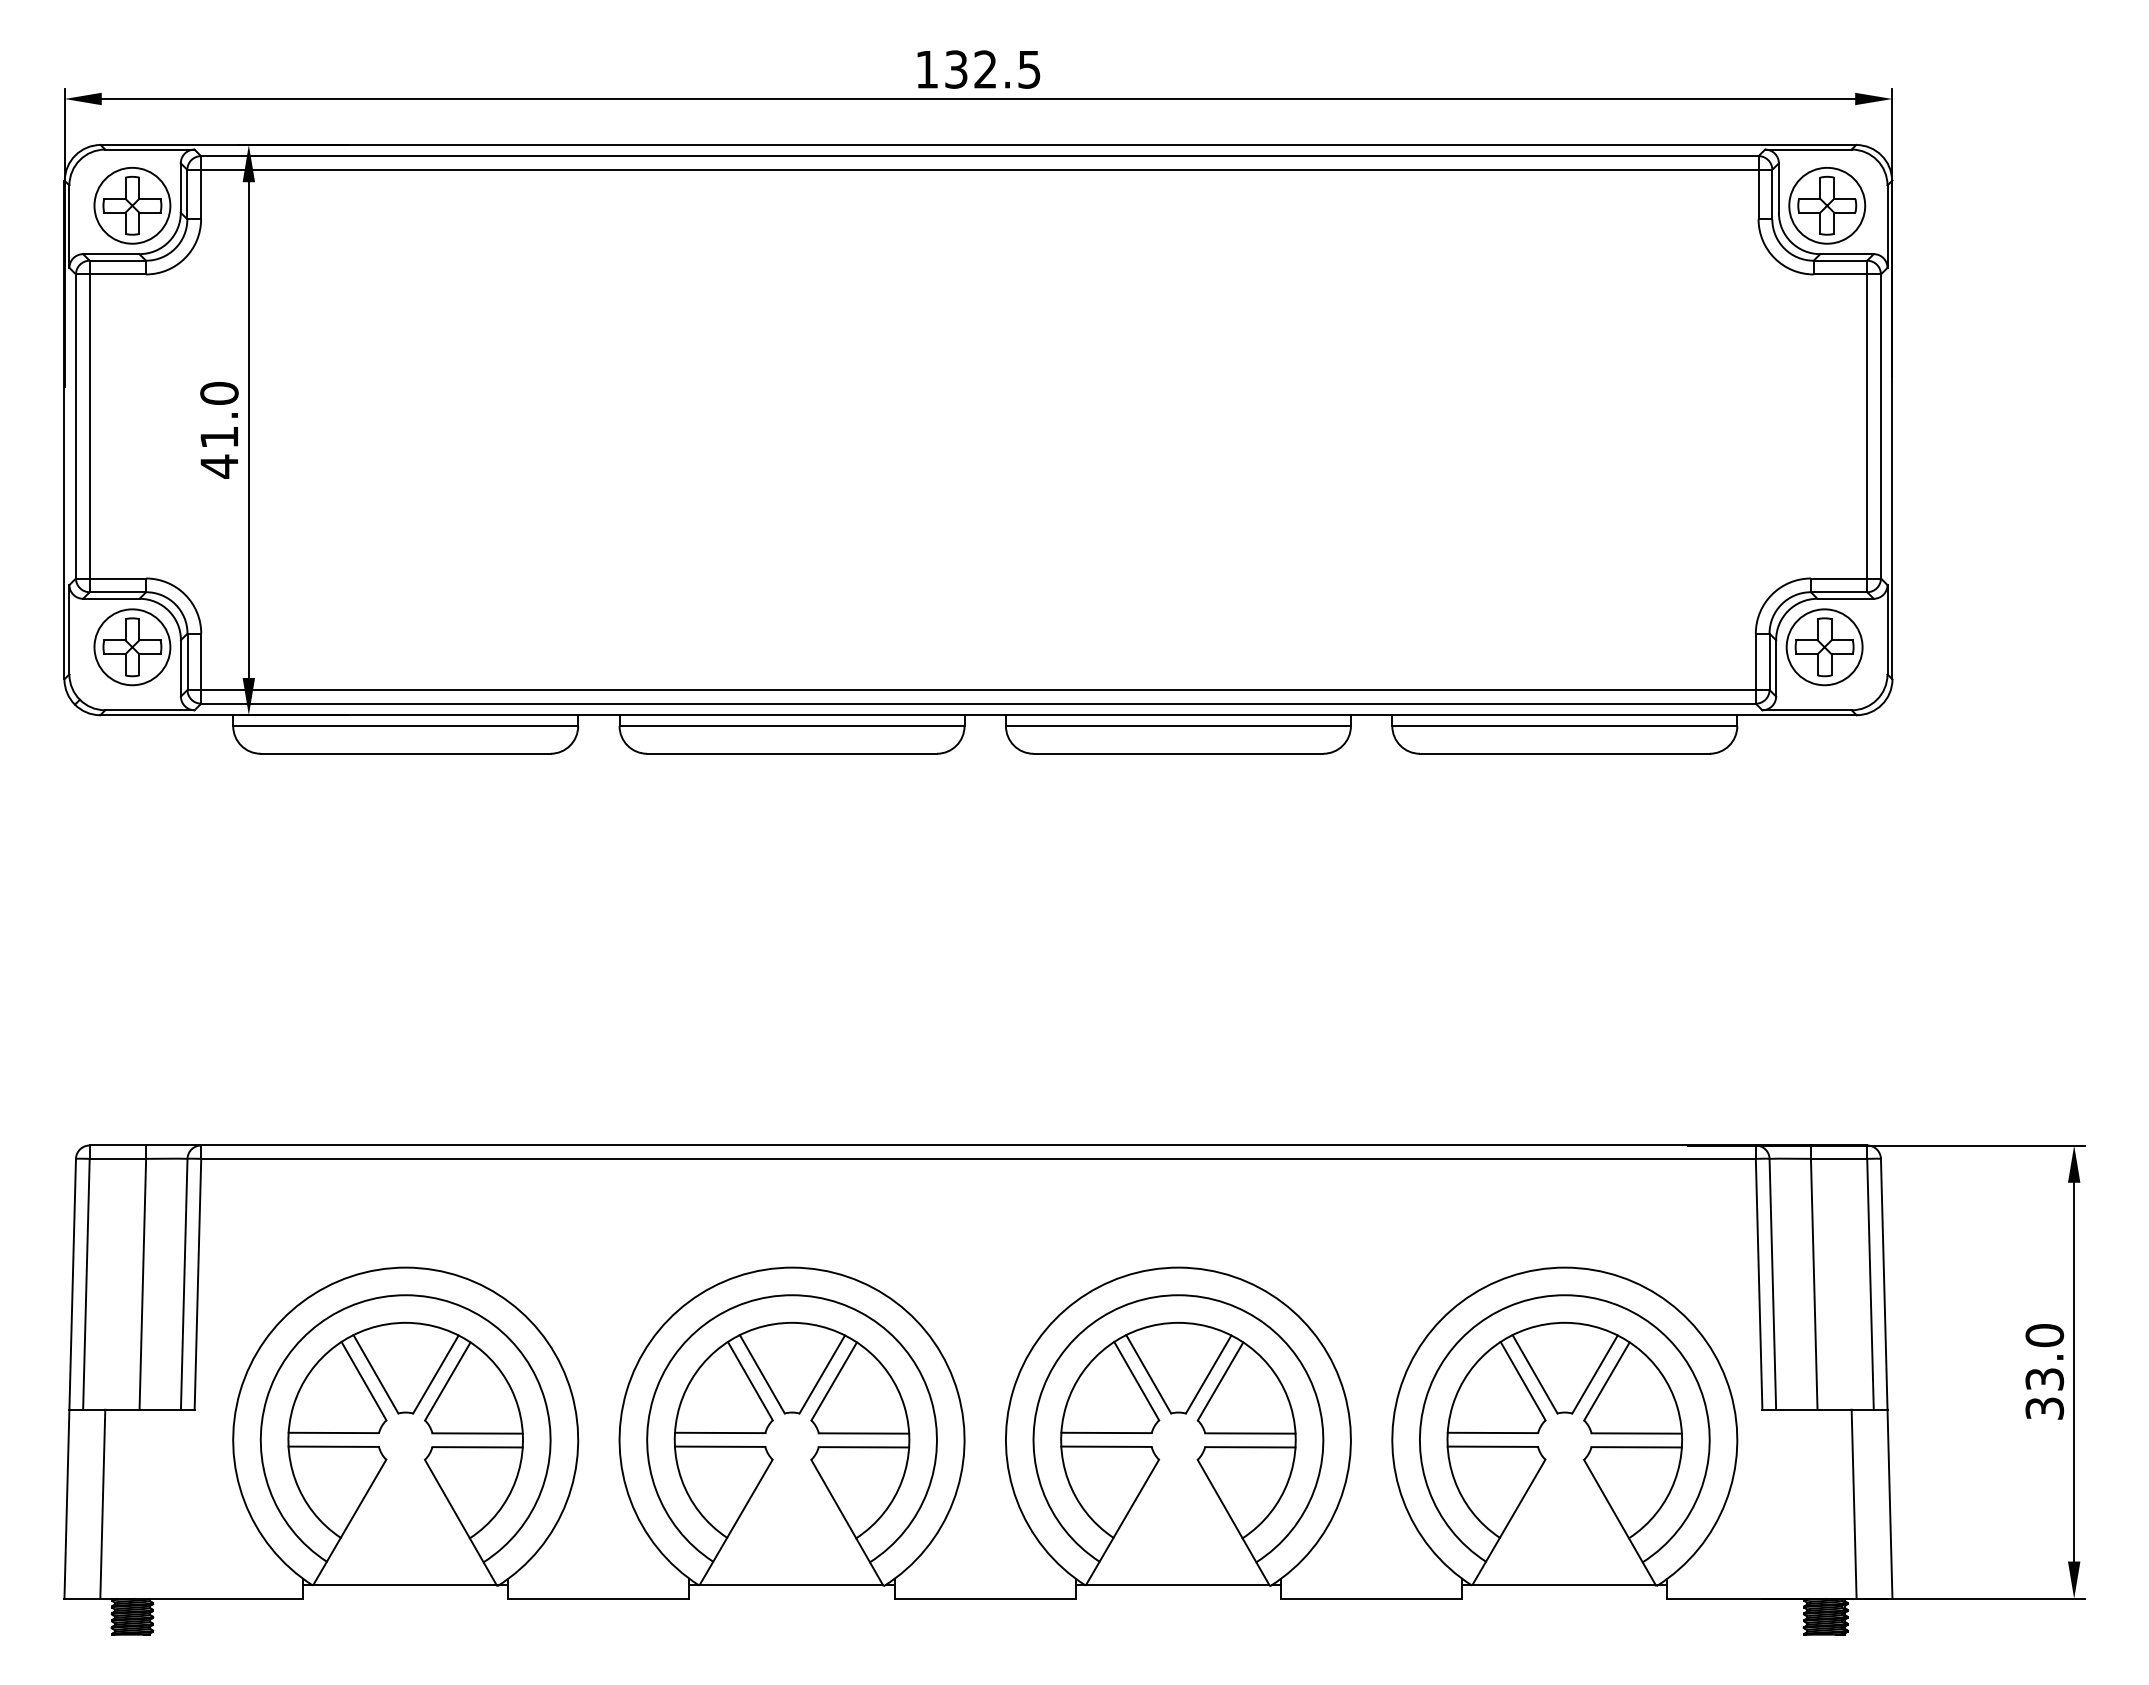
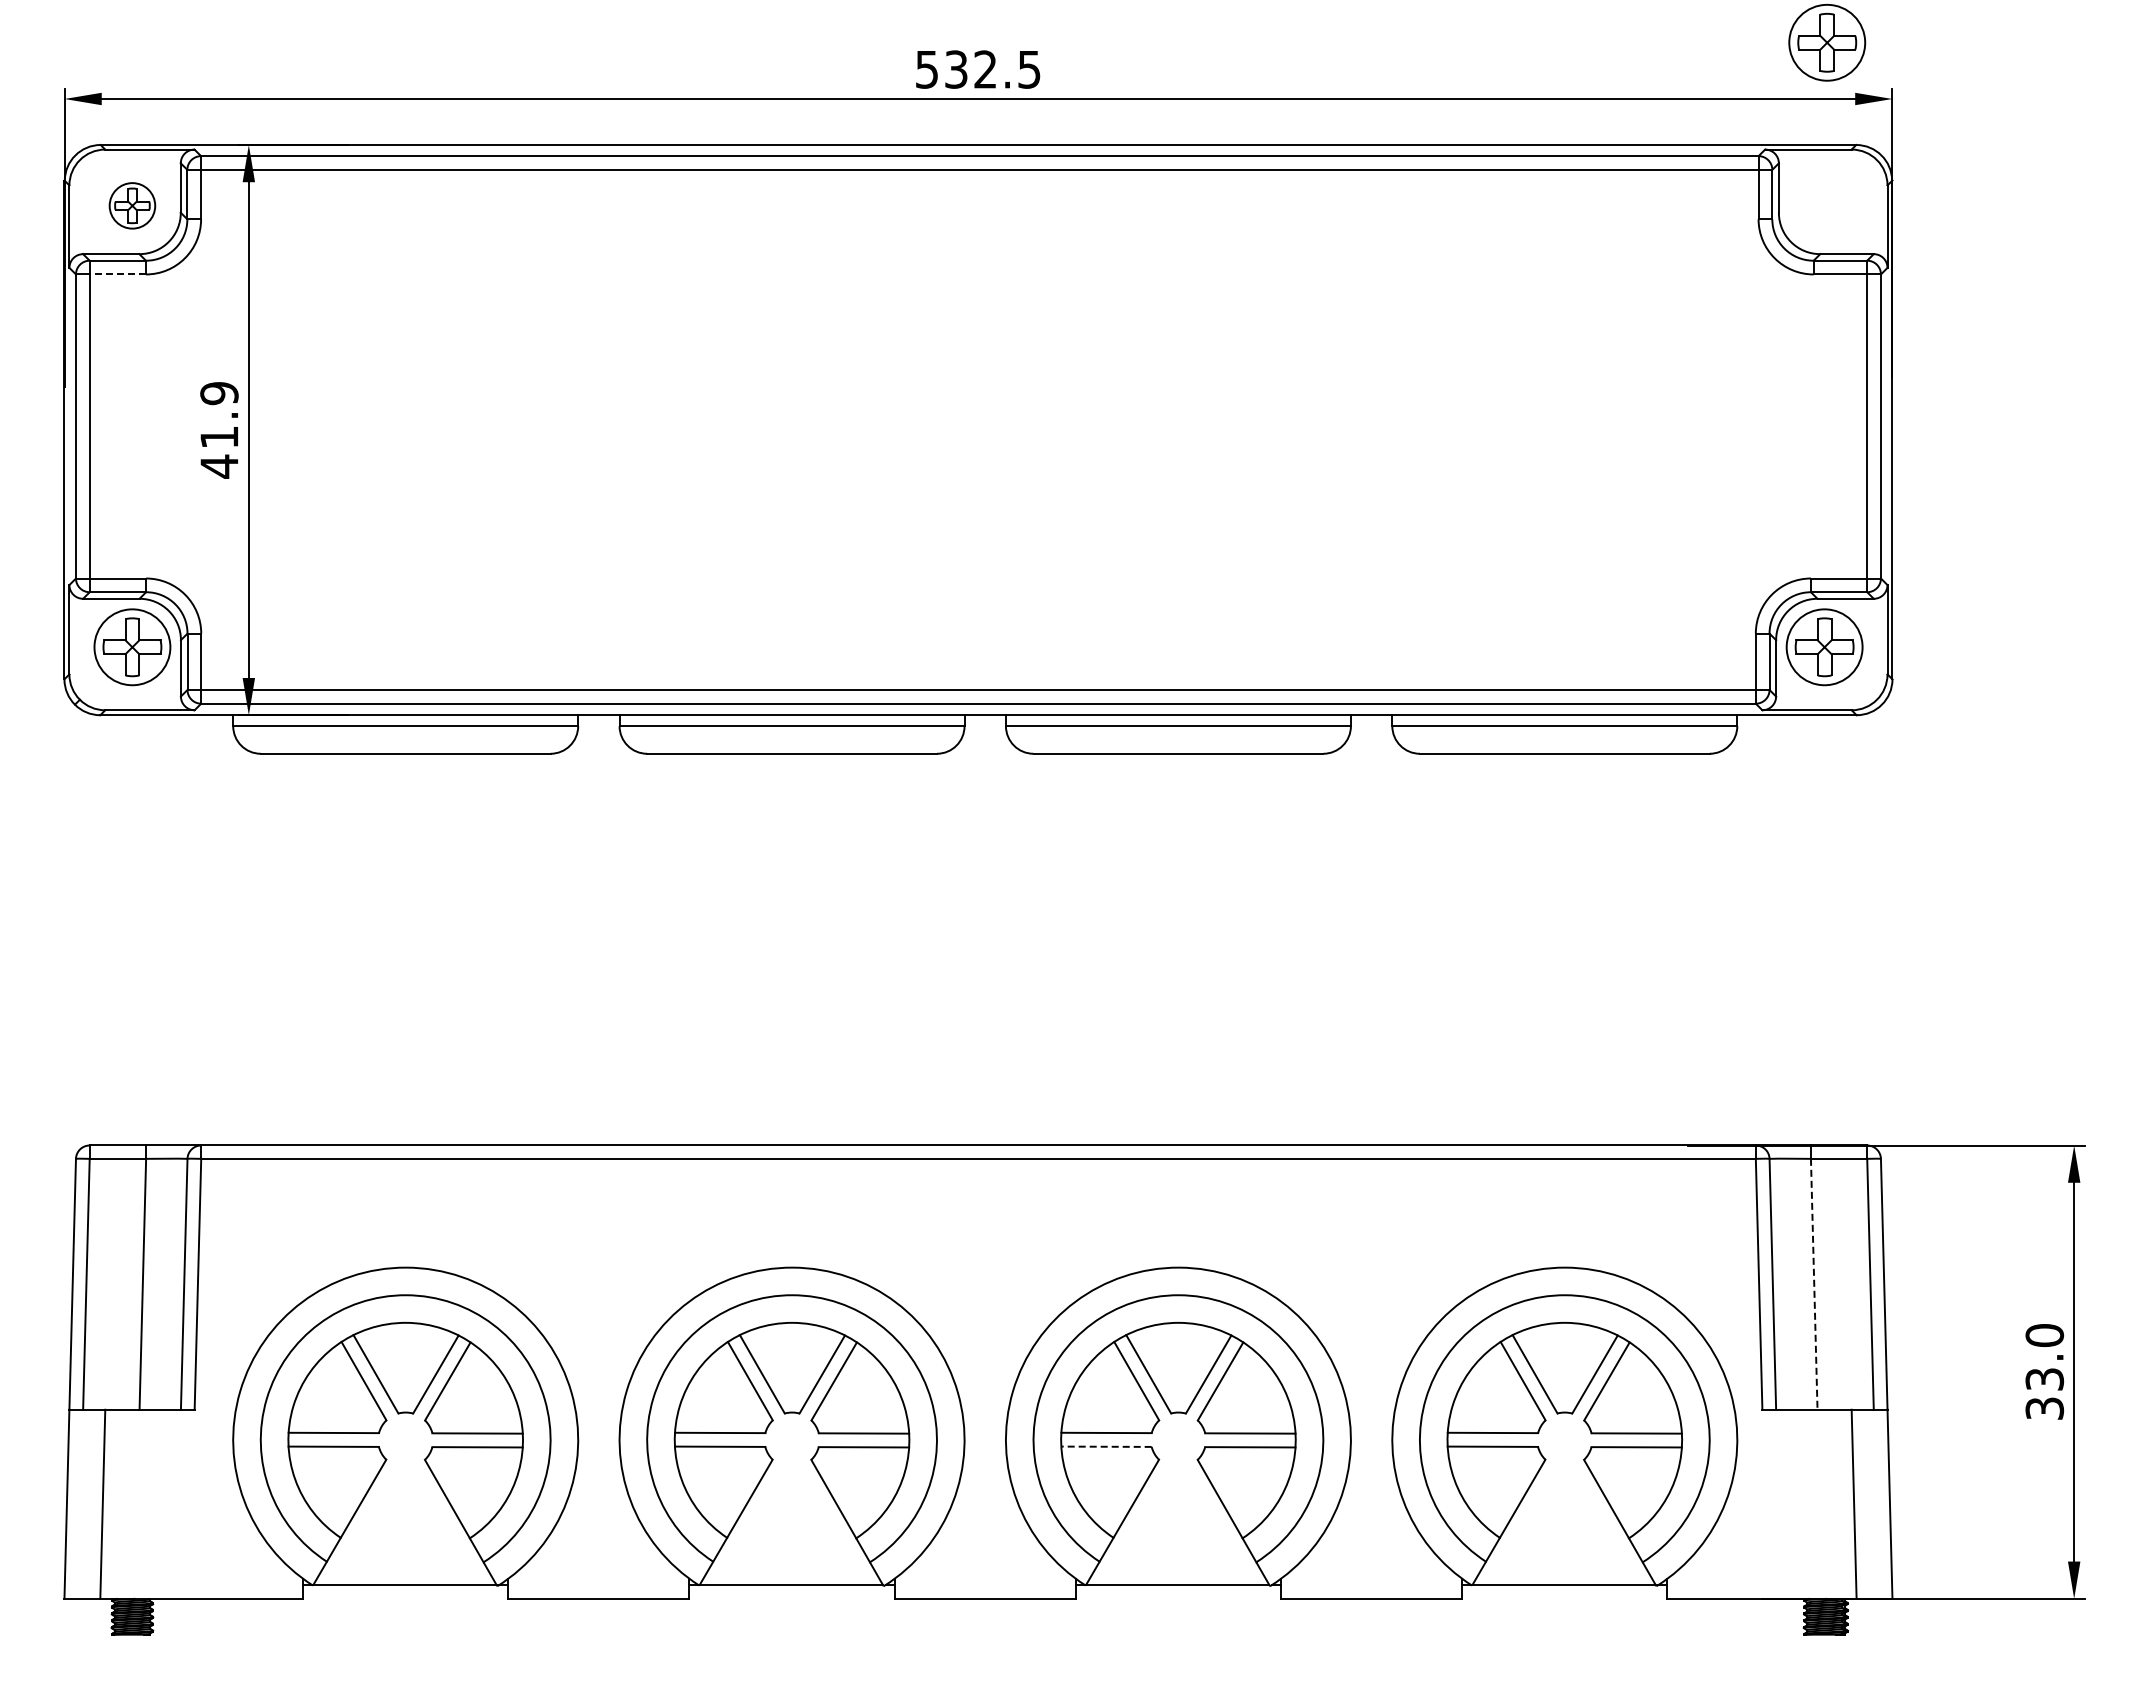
text at (926, 69): 132.5 -> 532.5
part at (132, 205) size: 79x78 px -> 49x48 px
part at (1827, 205) position: (1827, 205) -> (1827, 42)
line at (117, 274): solid -> dashed
text at (219, 393): 41.0 -> 41.9
line at (1814, 1284): solid -> dashed
line at (1106, 1446): solid -> dashed
